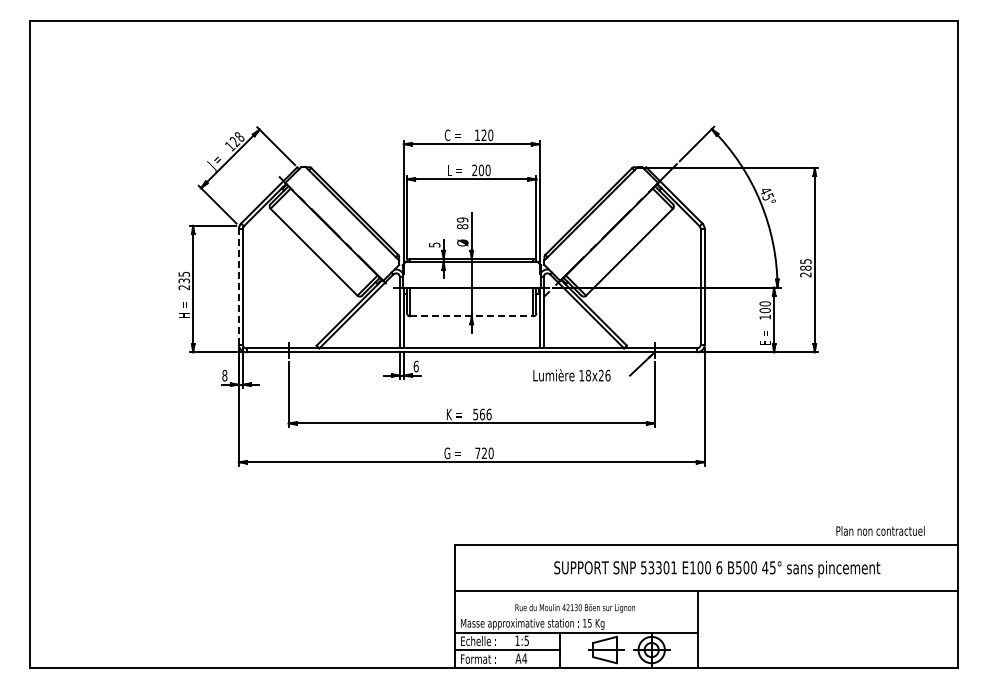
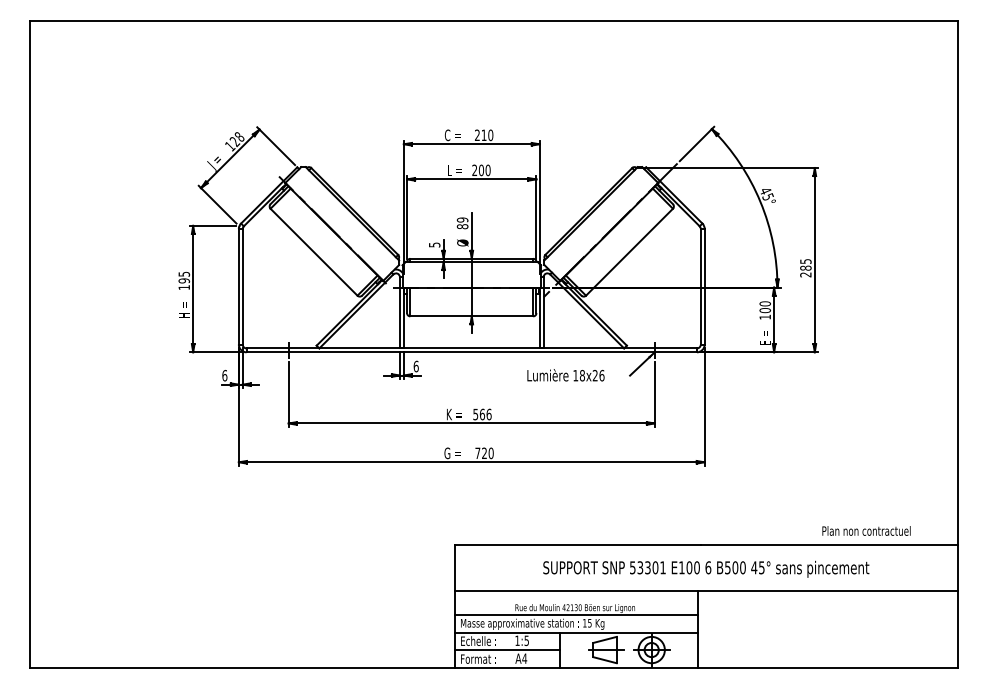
text at (480, 134): 120 -> 210
text at (183, 284): 235 -> 195
line at (238, 286): dashed -> solid
line at (472, 316): dashed -> solid
text at (224, 375): 8 -> 6
text at (571, 375) position: (571, 375) -> (565, 375)
text at (880, 530) position: (880, 530) -> (866, 530)
text at (717, 568) position: (717, 568) -> (706, 568)
line at (576, 614): none -> present
